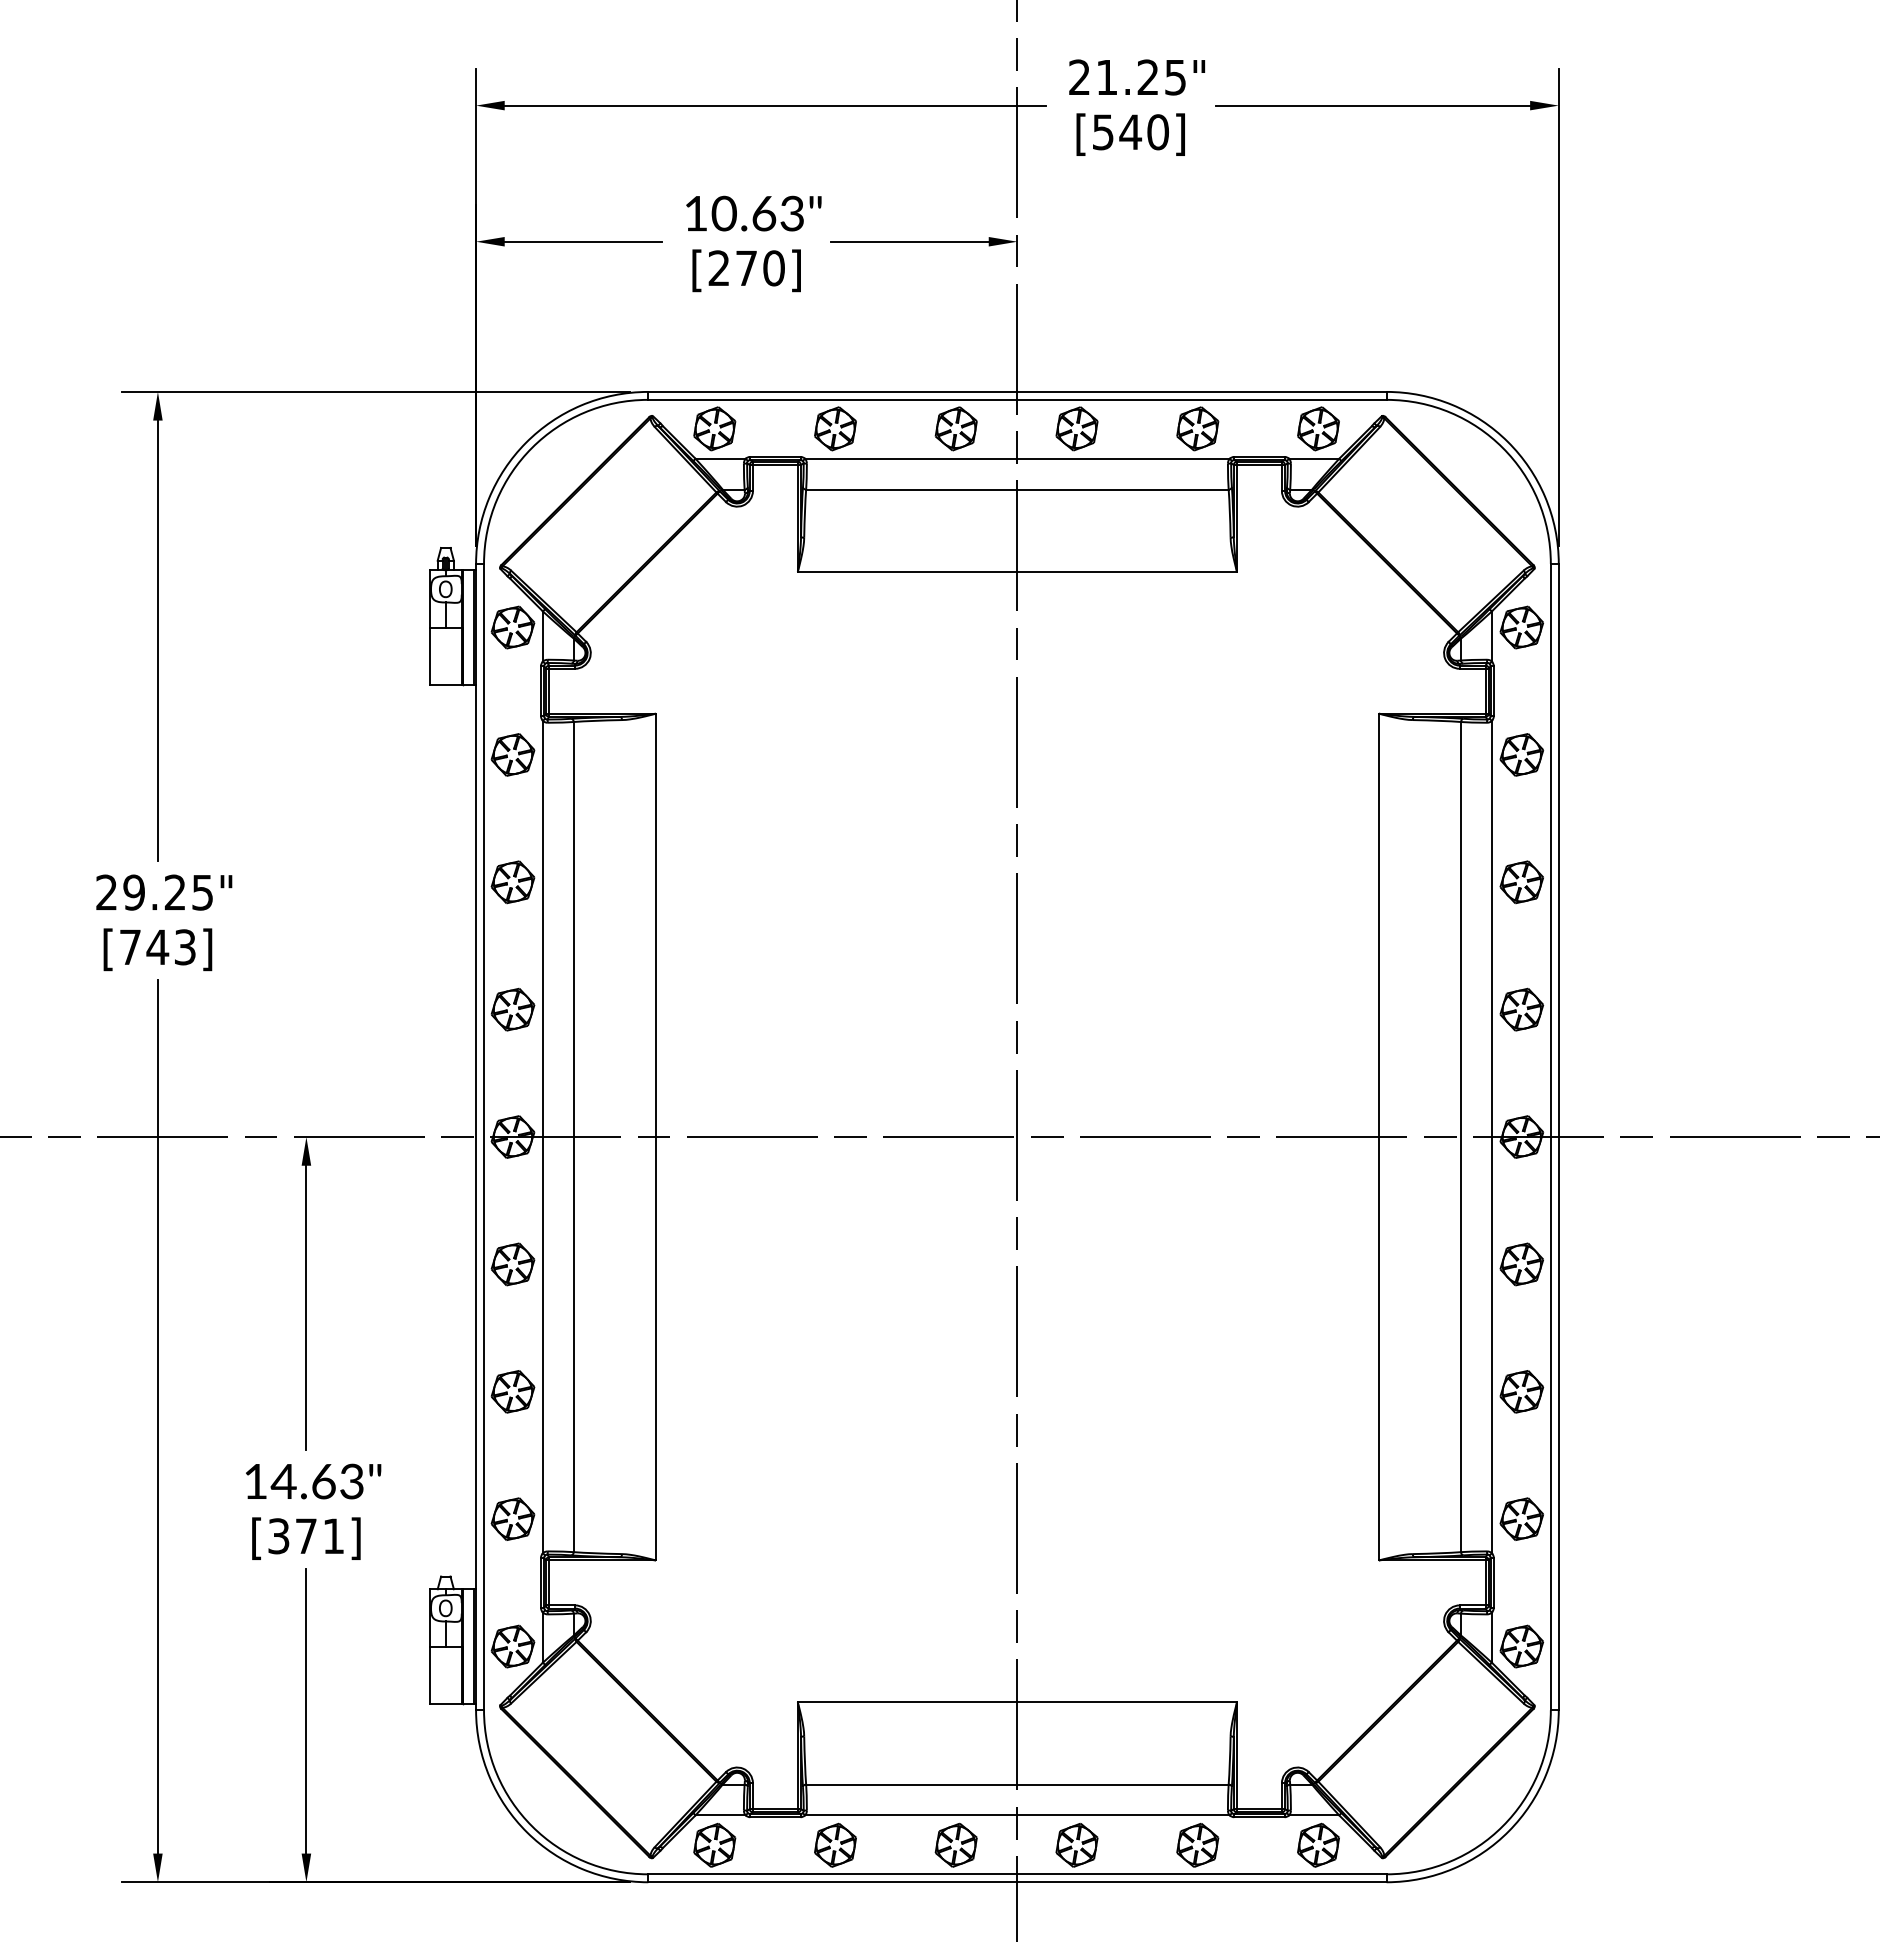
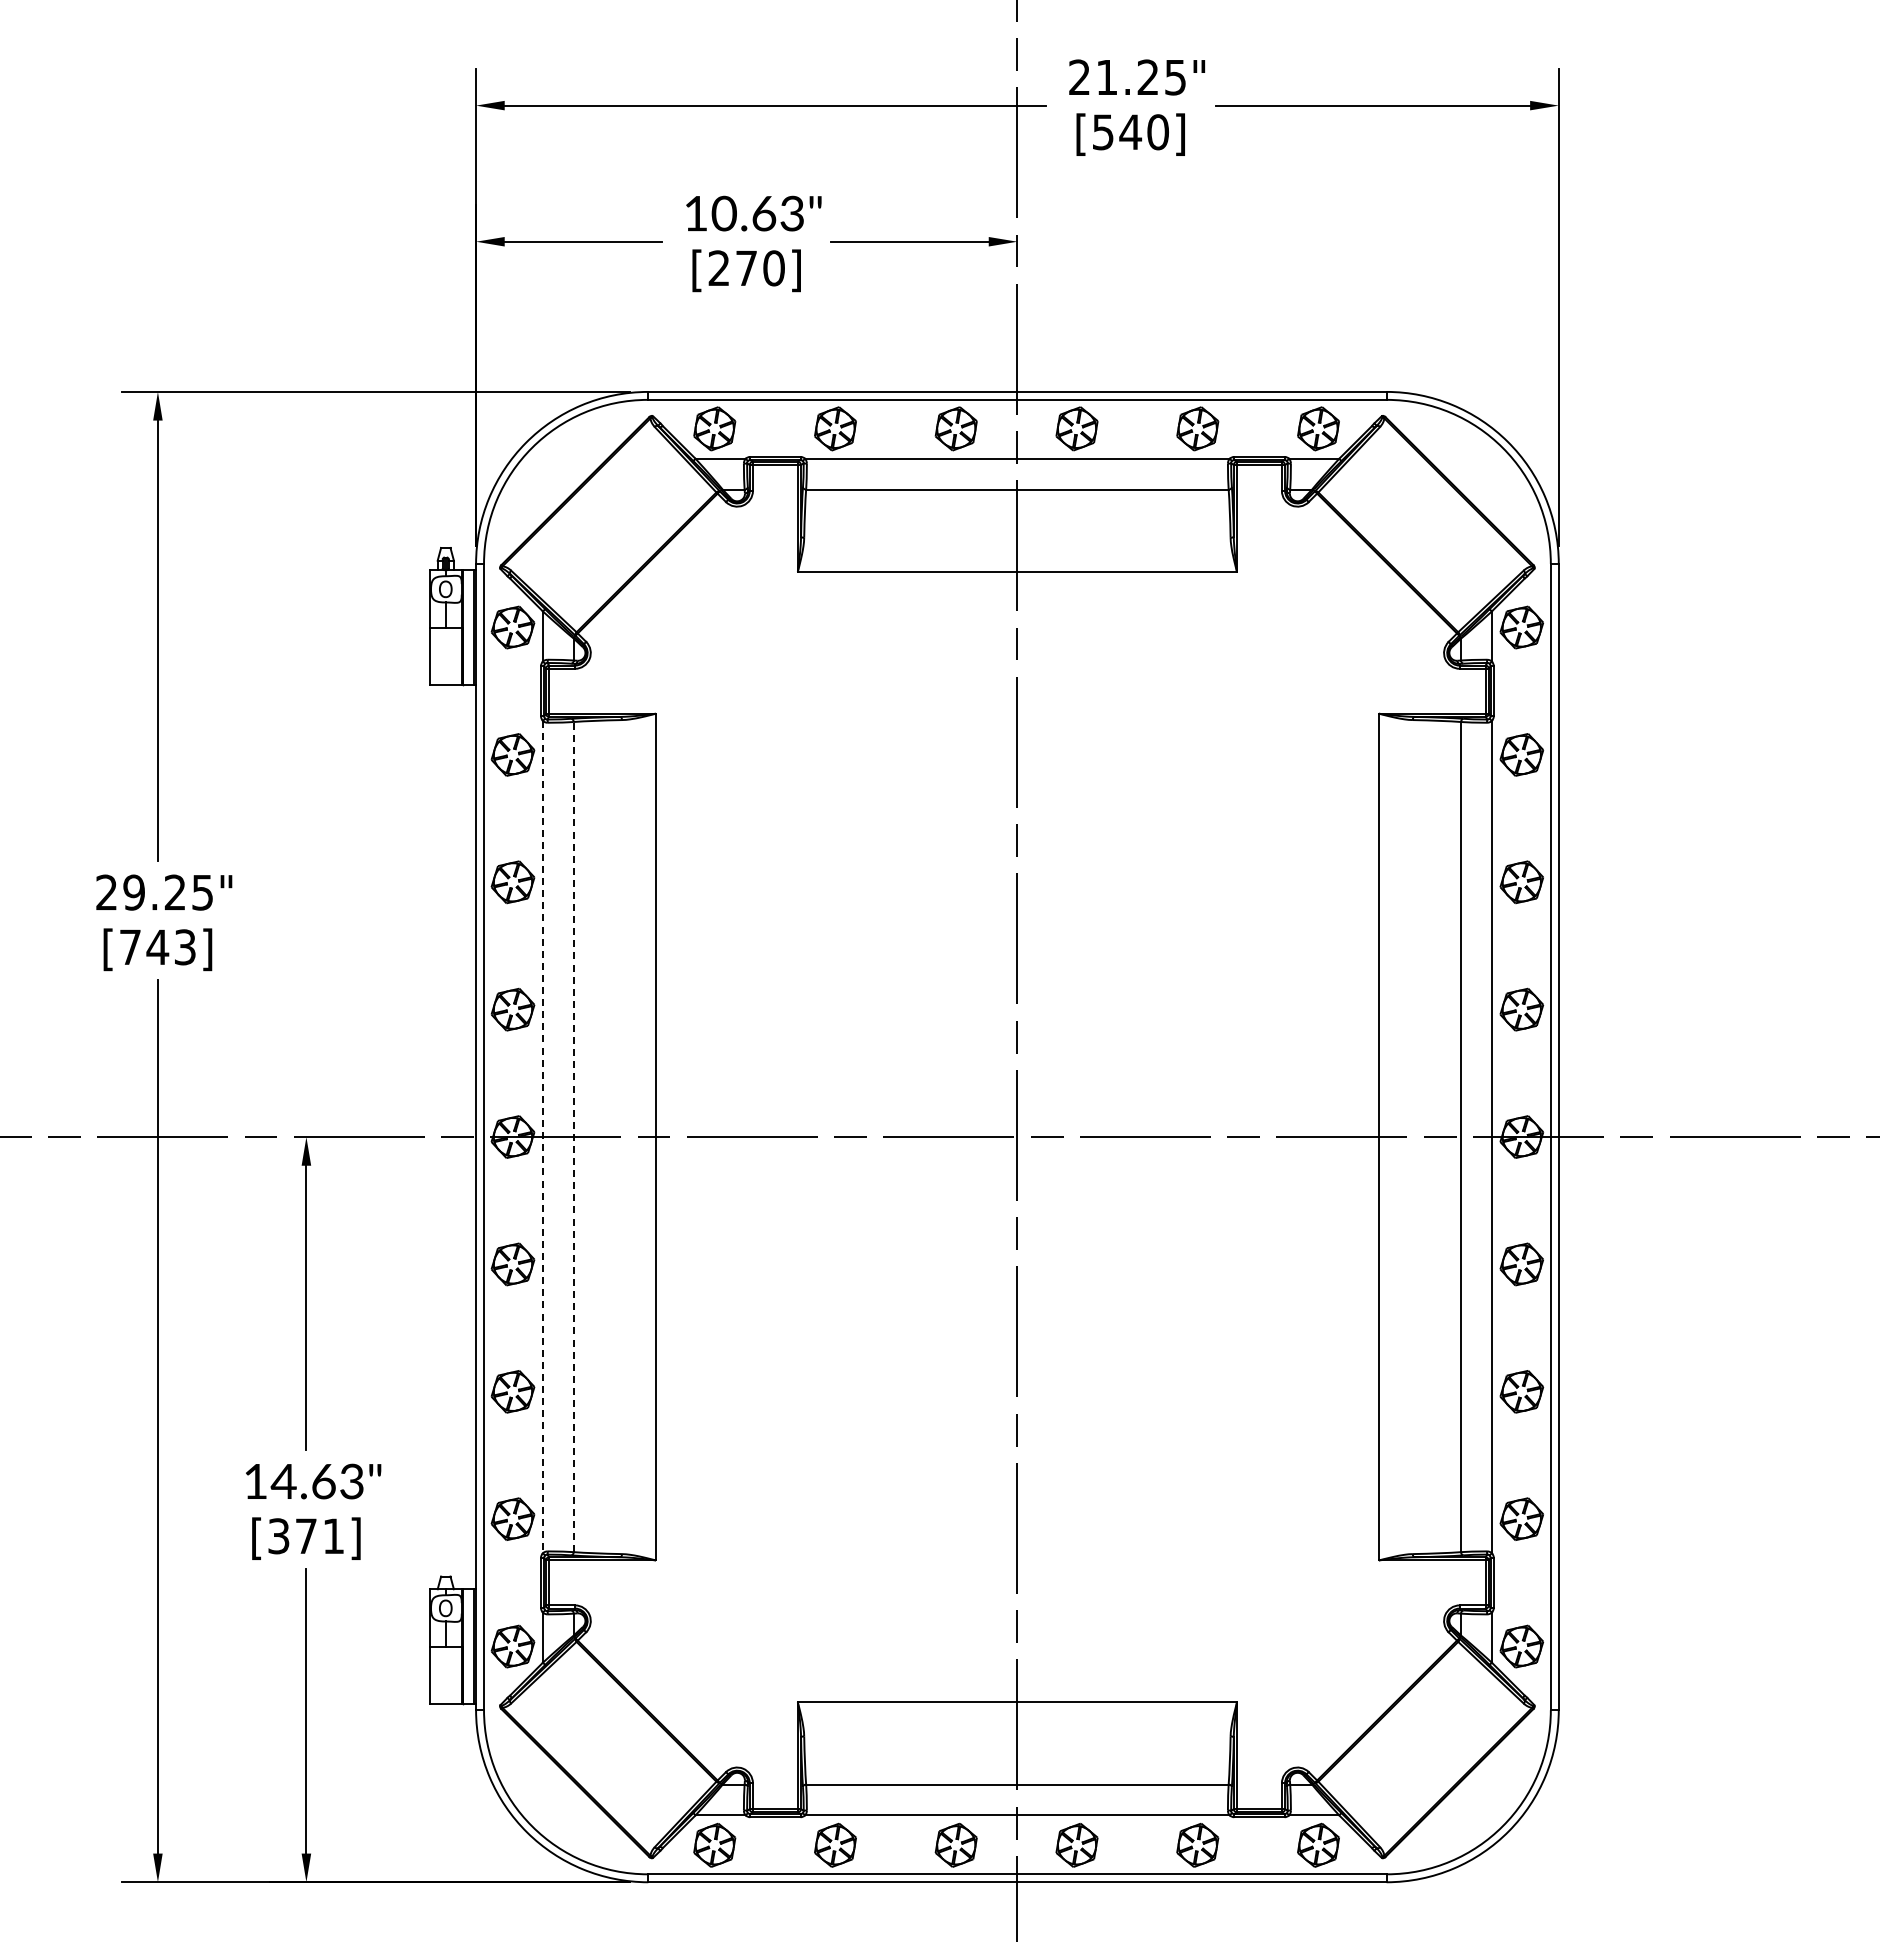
line at (573, 1136): solid -> dashed
line at (542, 1137): solid -> dashed
